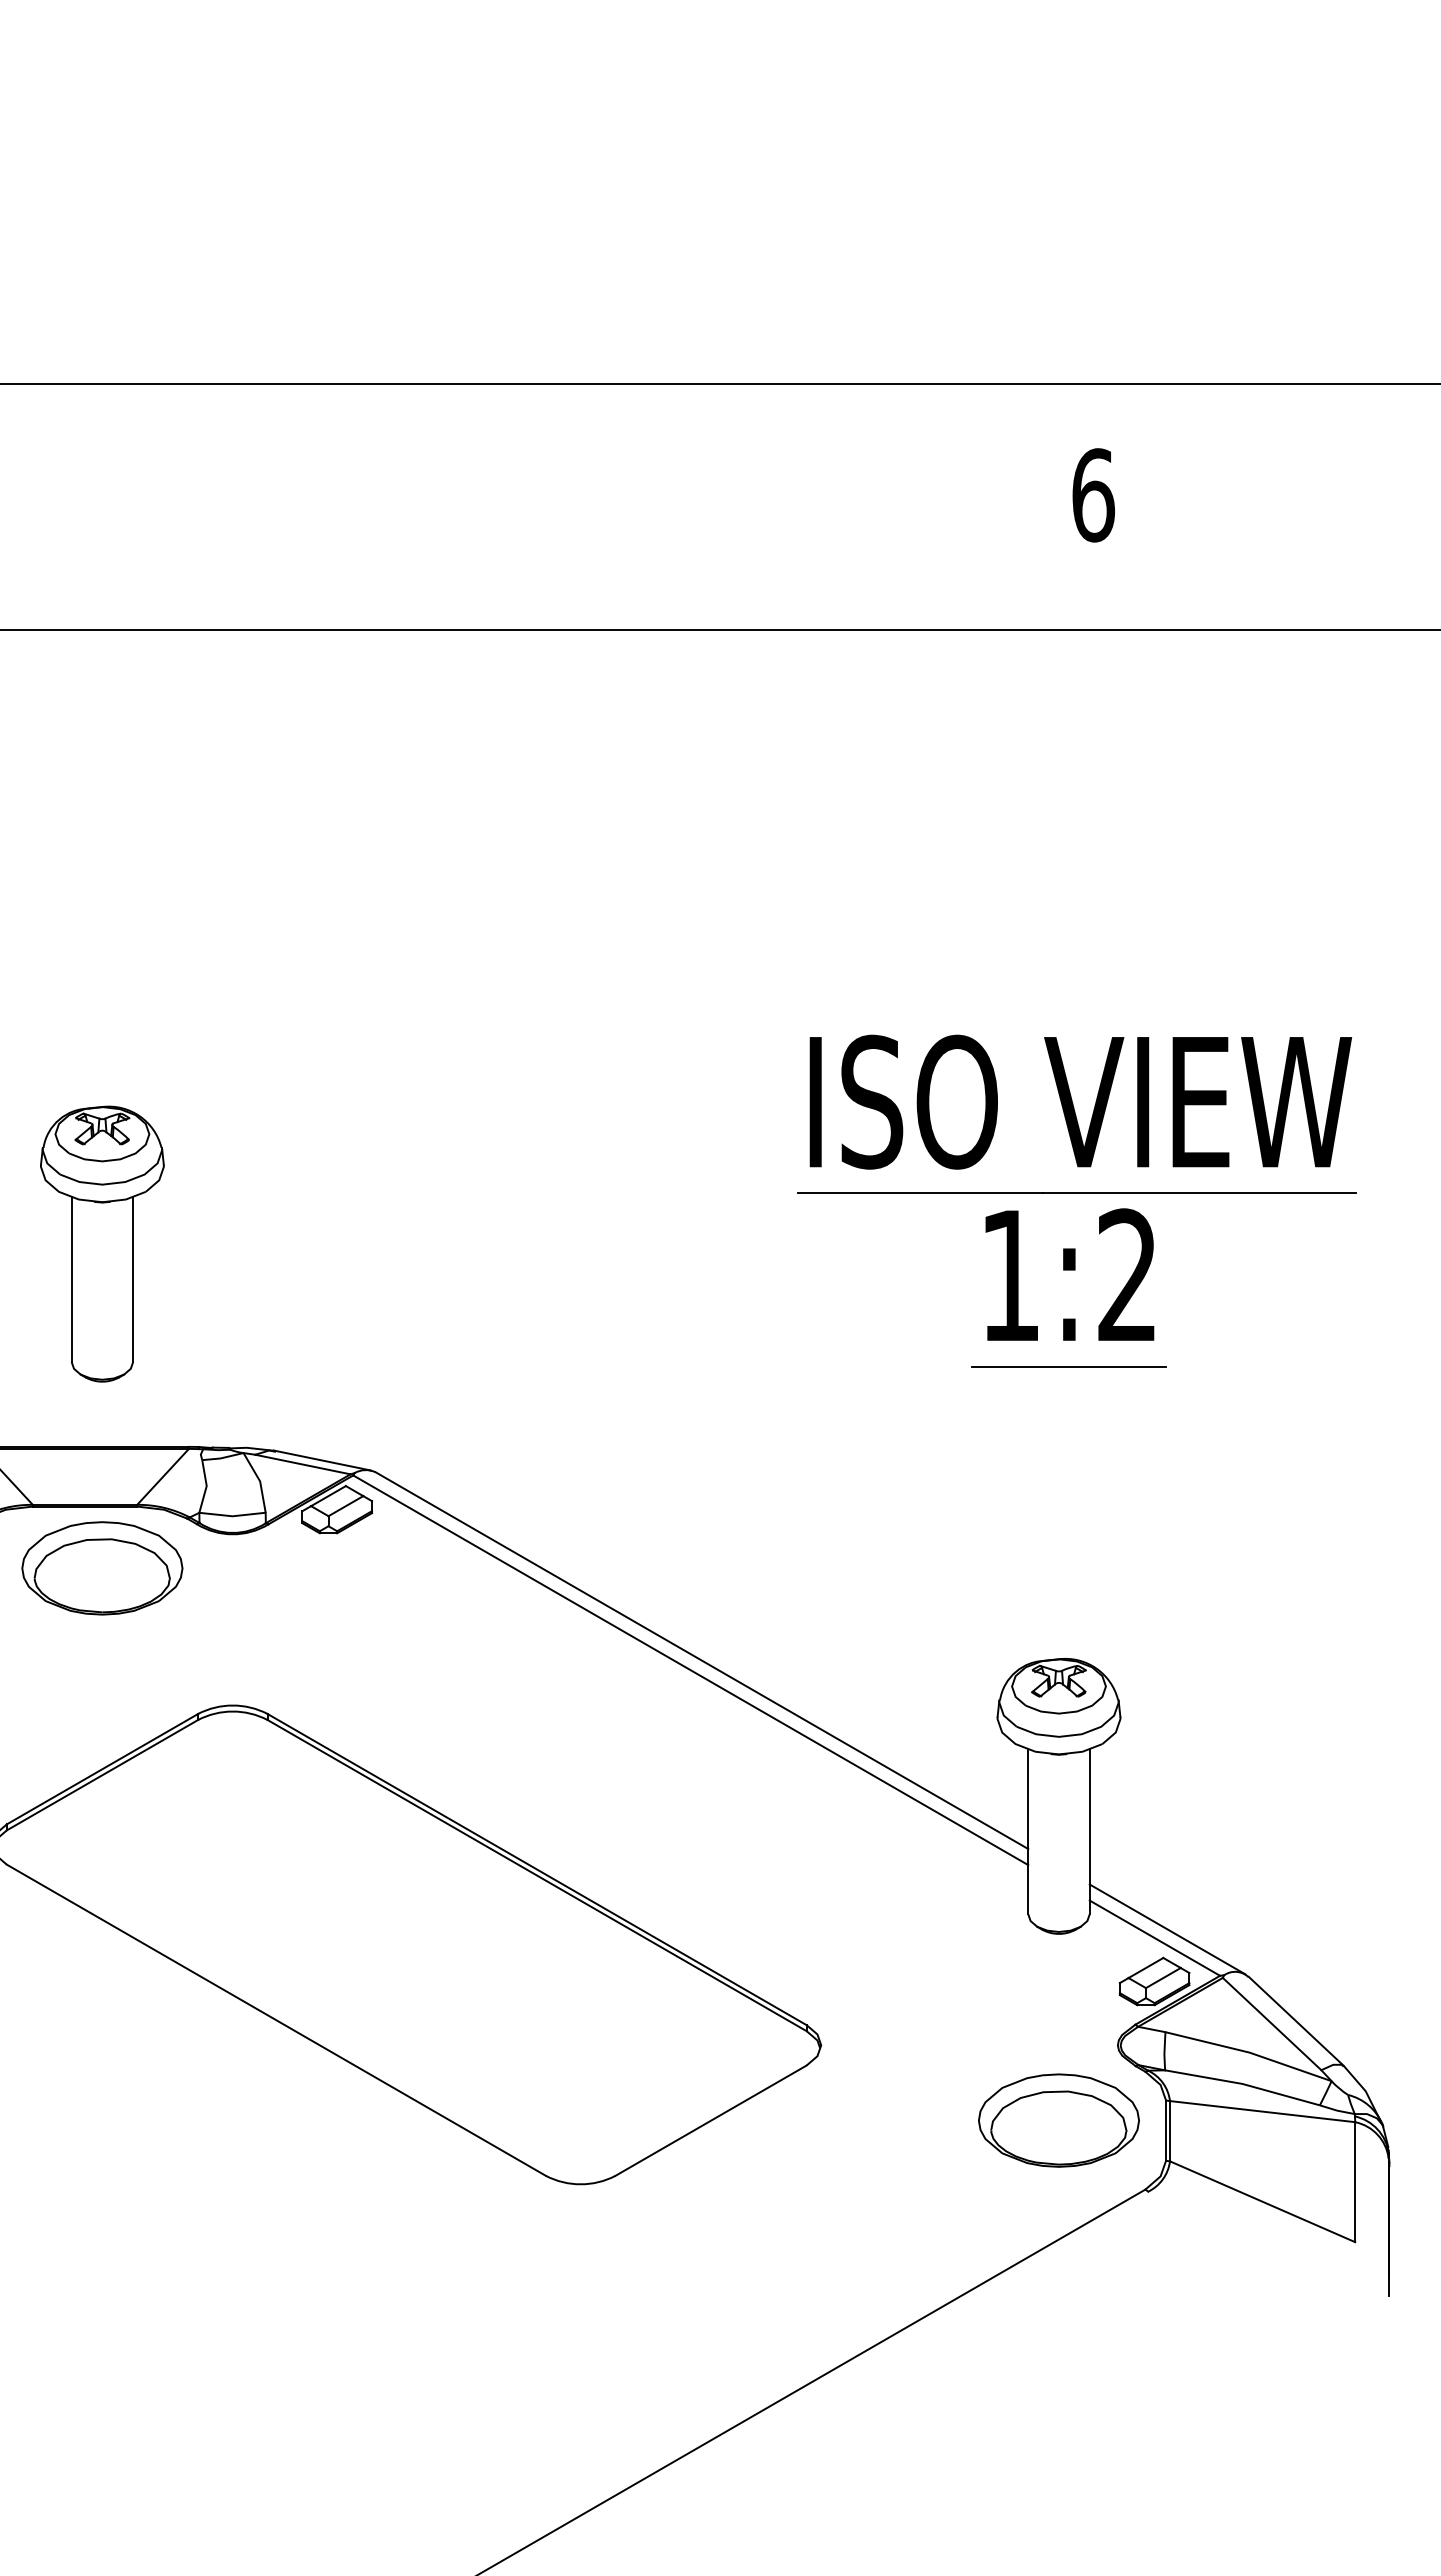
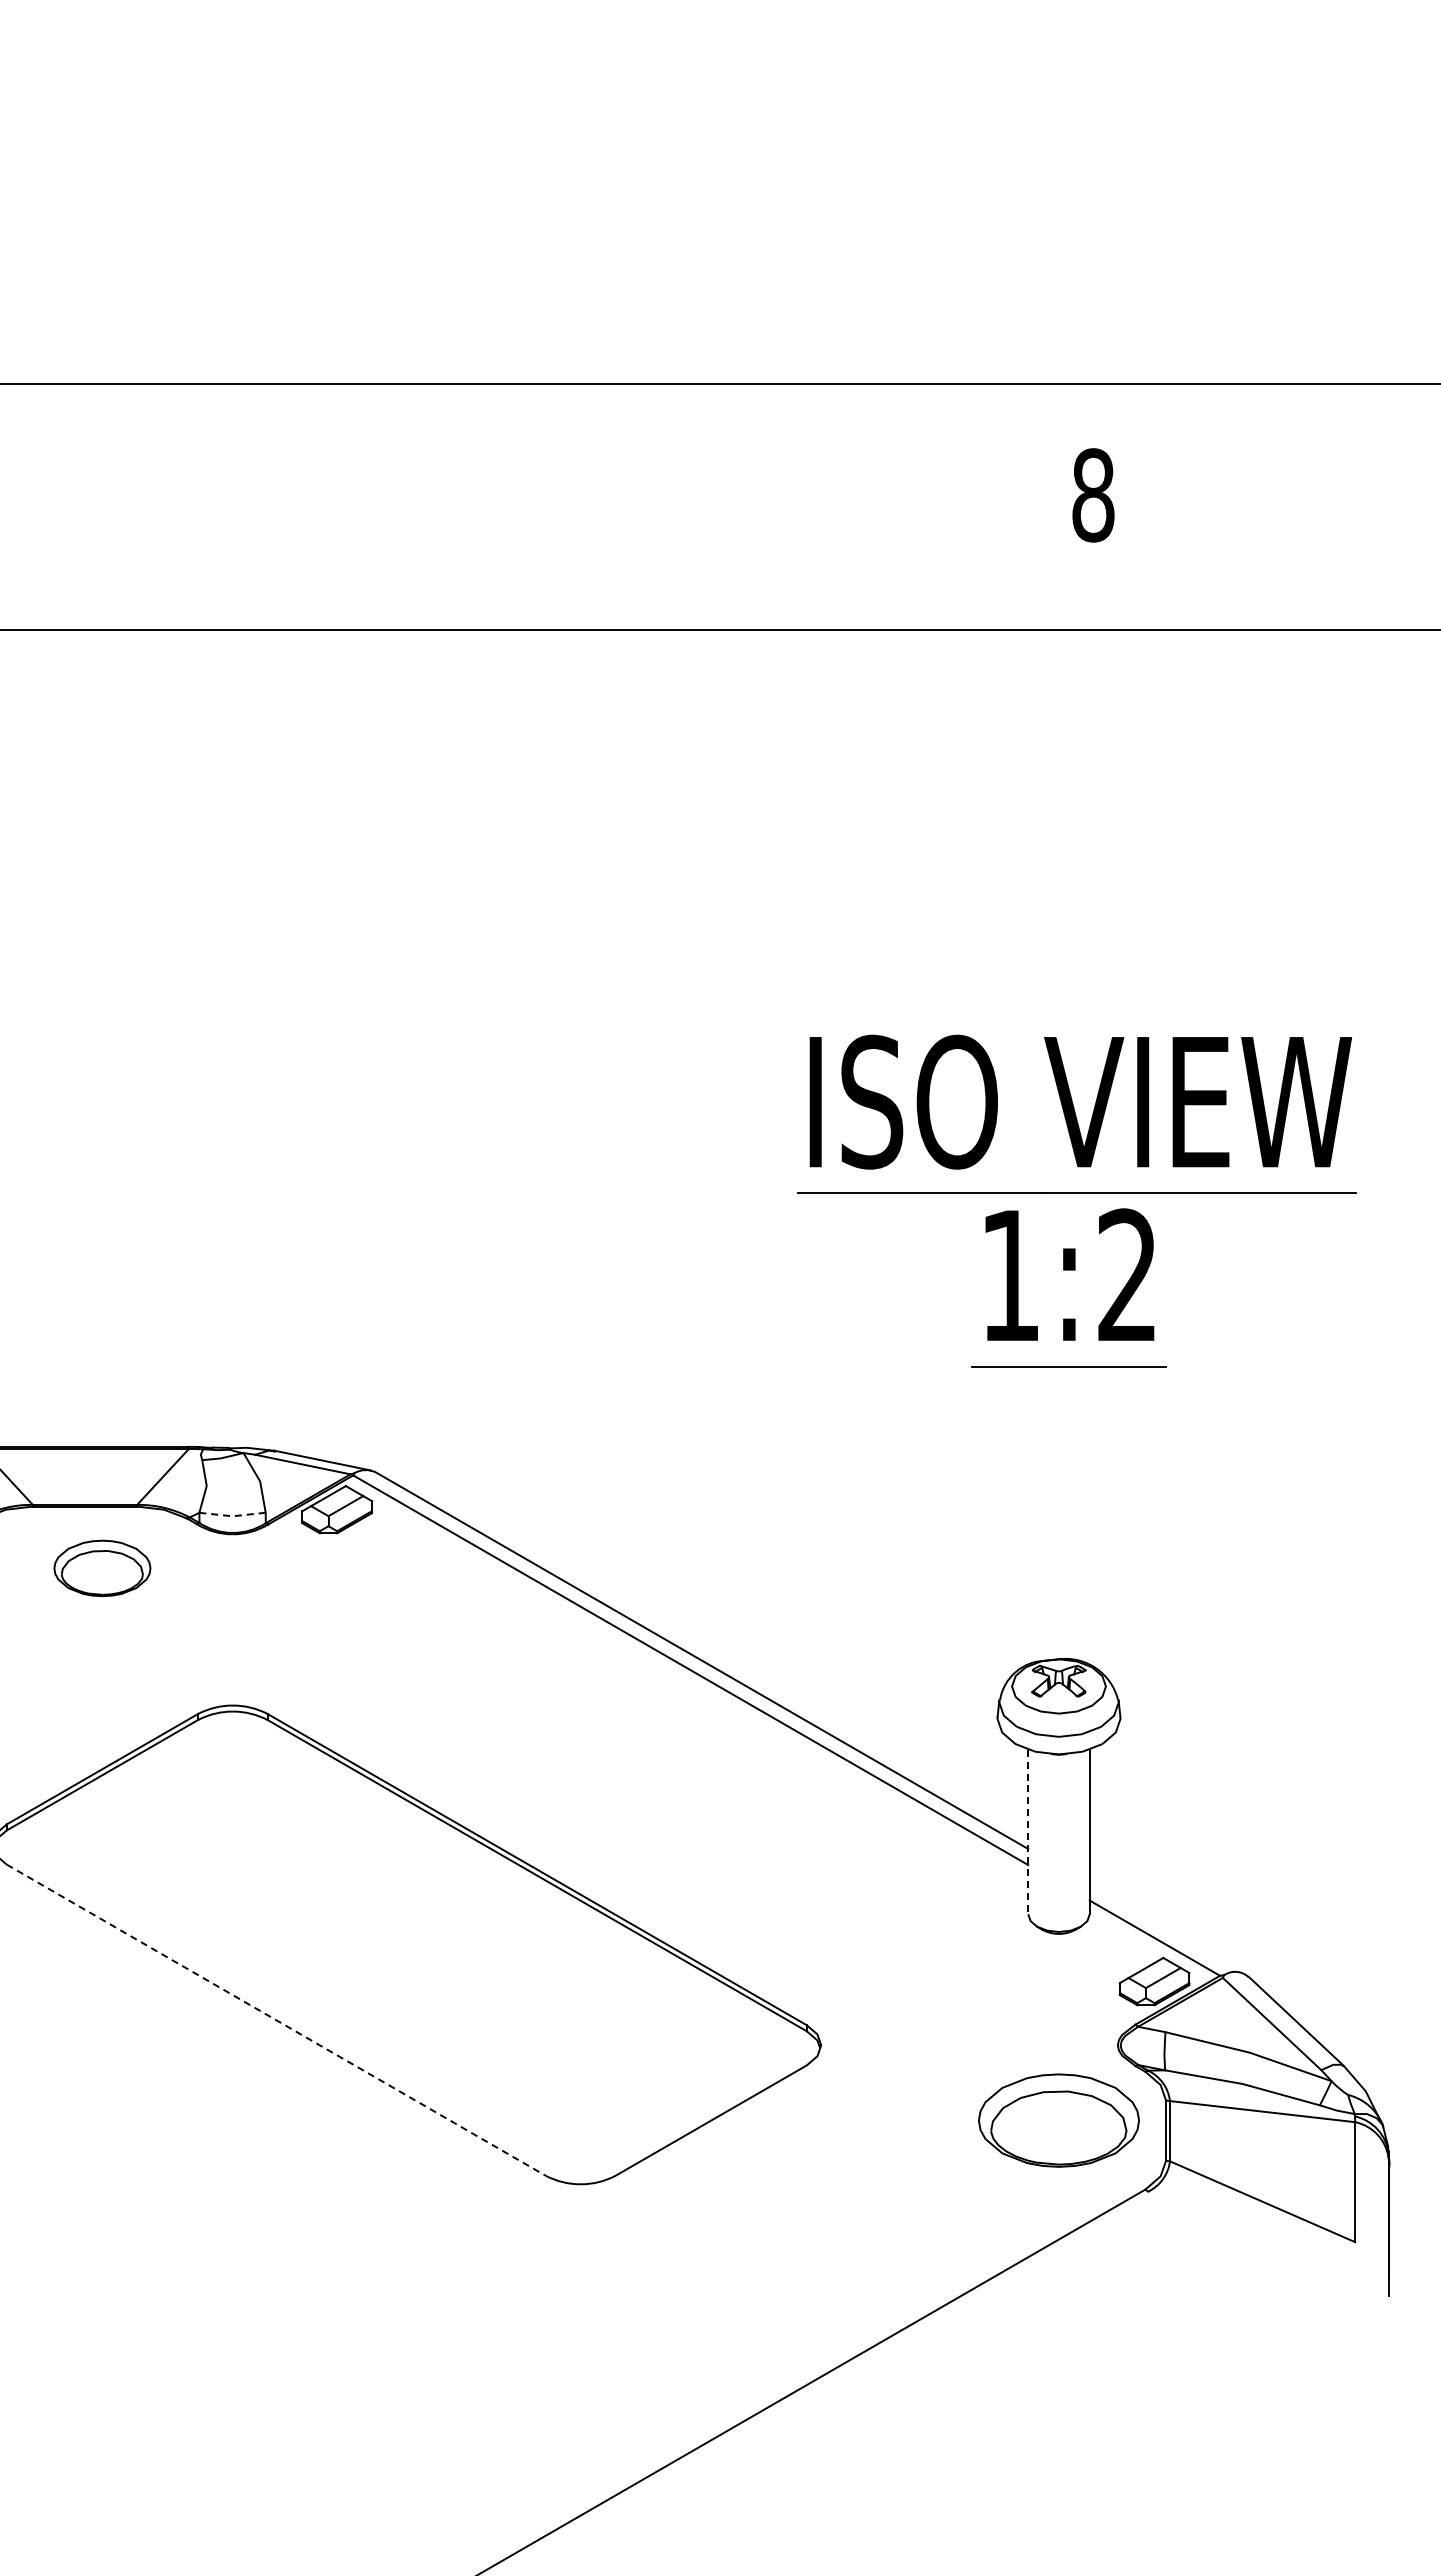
text at (1093, 495): 6 -> 8
part at (102, 1243): present -> none
line at (232, 1516): solid -> dashed
part at (102, 1568) size: 163x95 px -> 99x59 px
line at (1028, 1832): solid -> dashed
line at (1167, 1929): present -> none
line at (276, 2020): solid -> dashed
